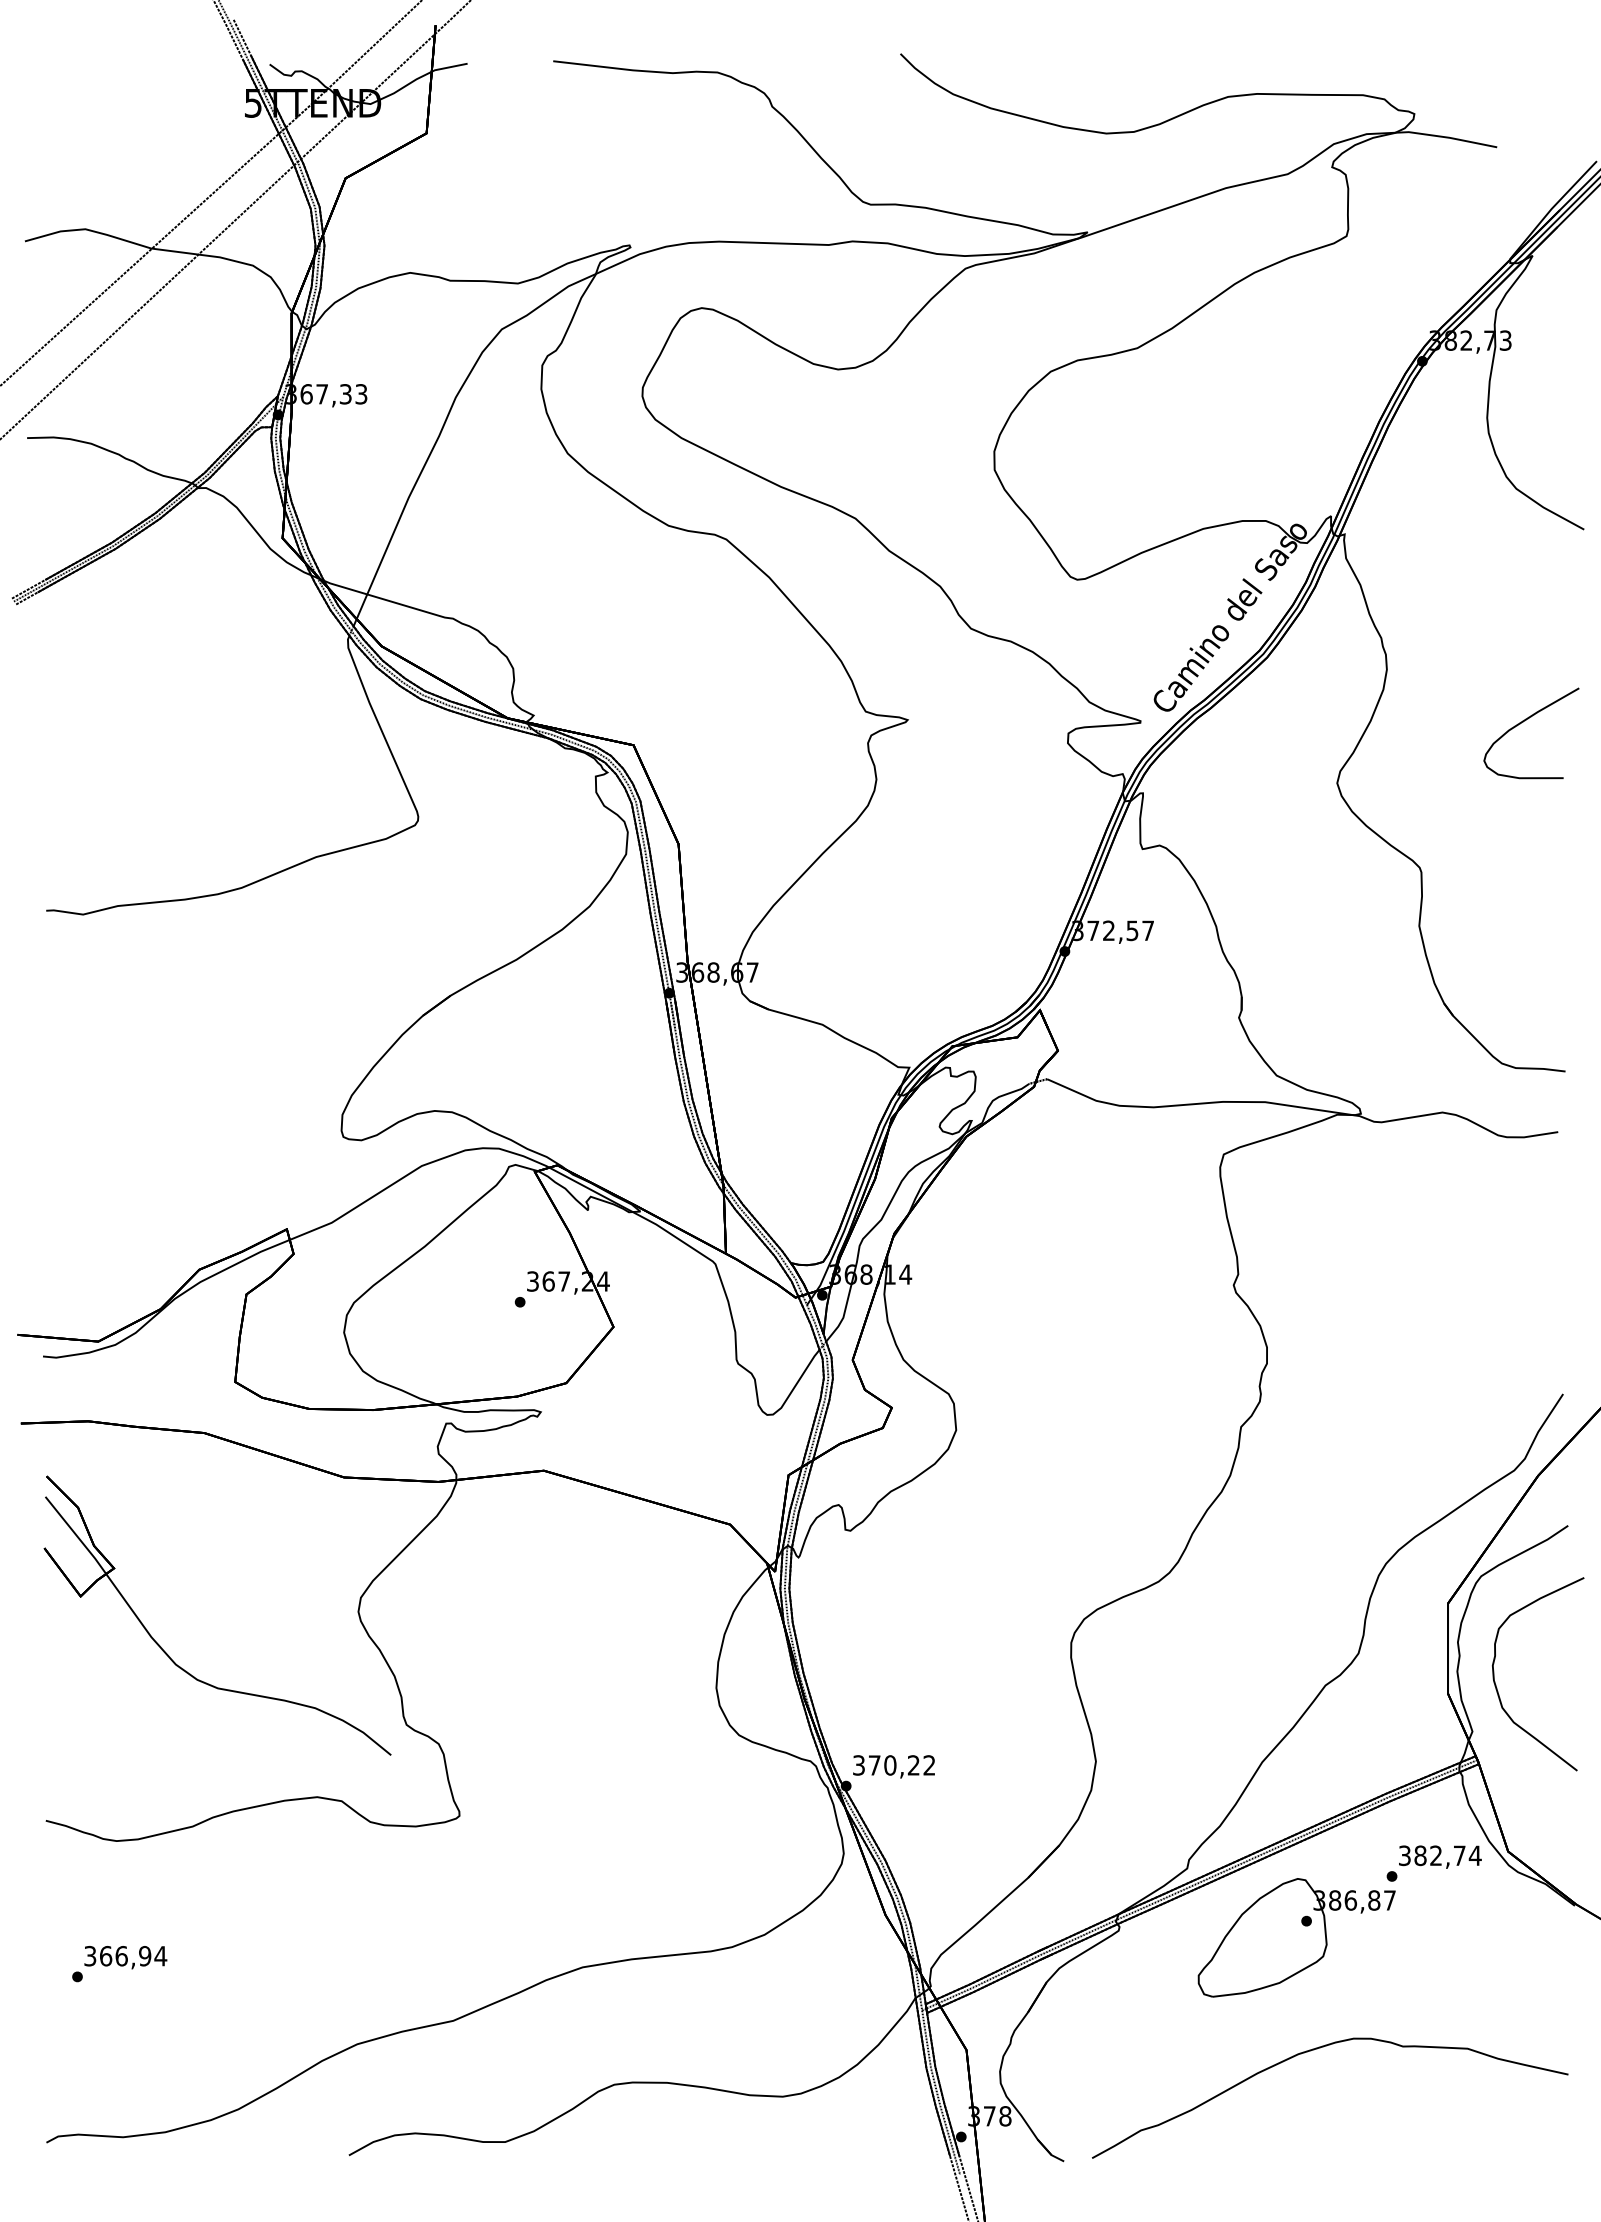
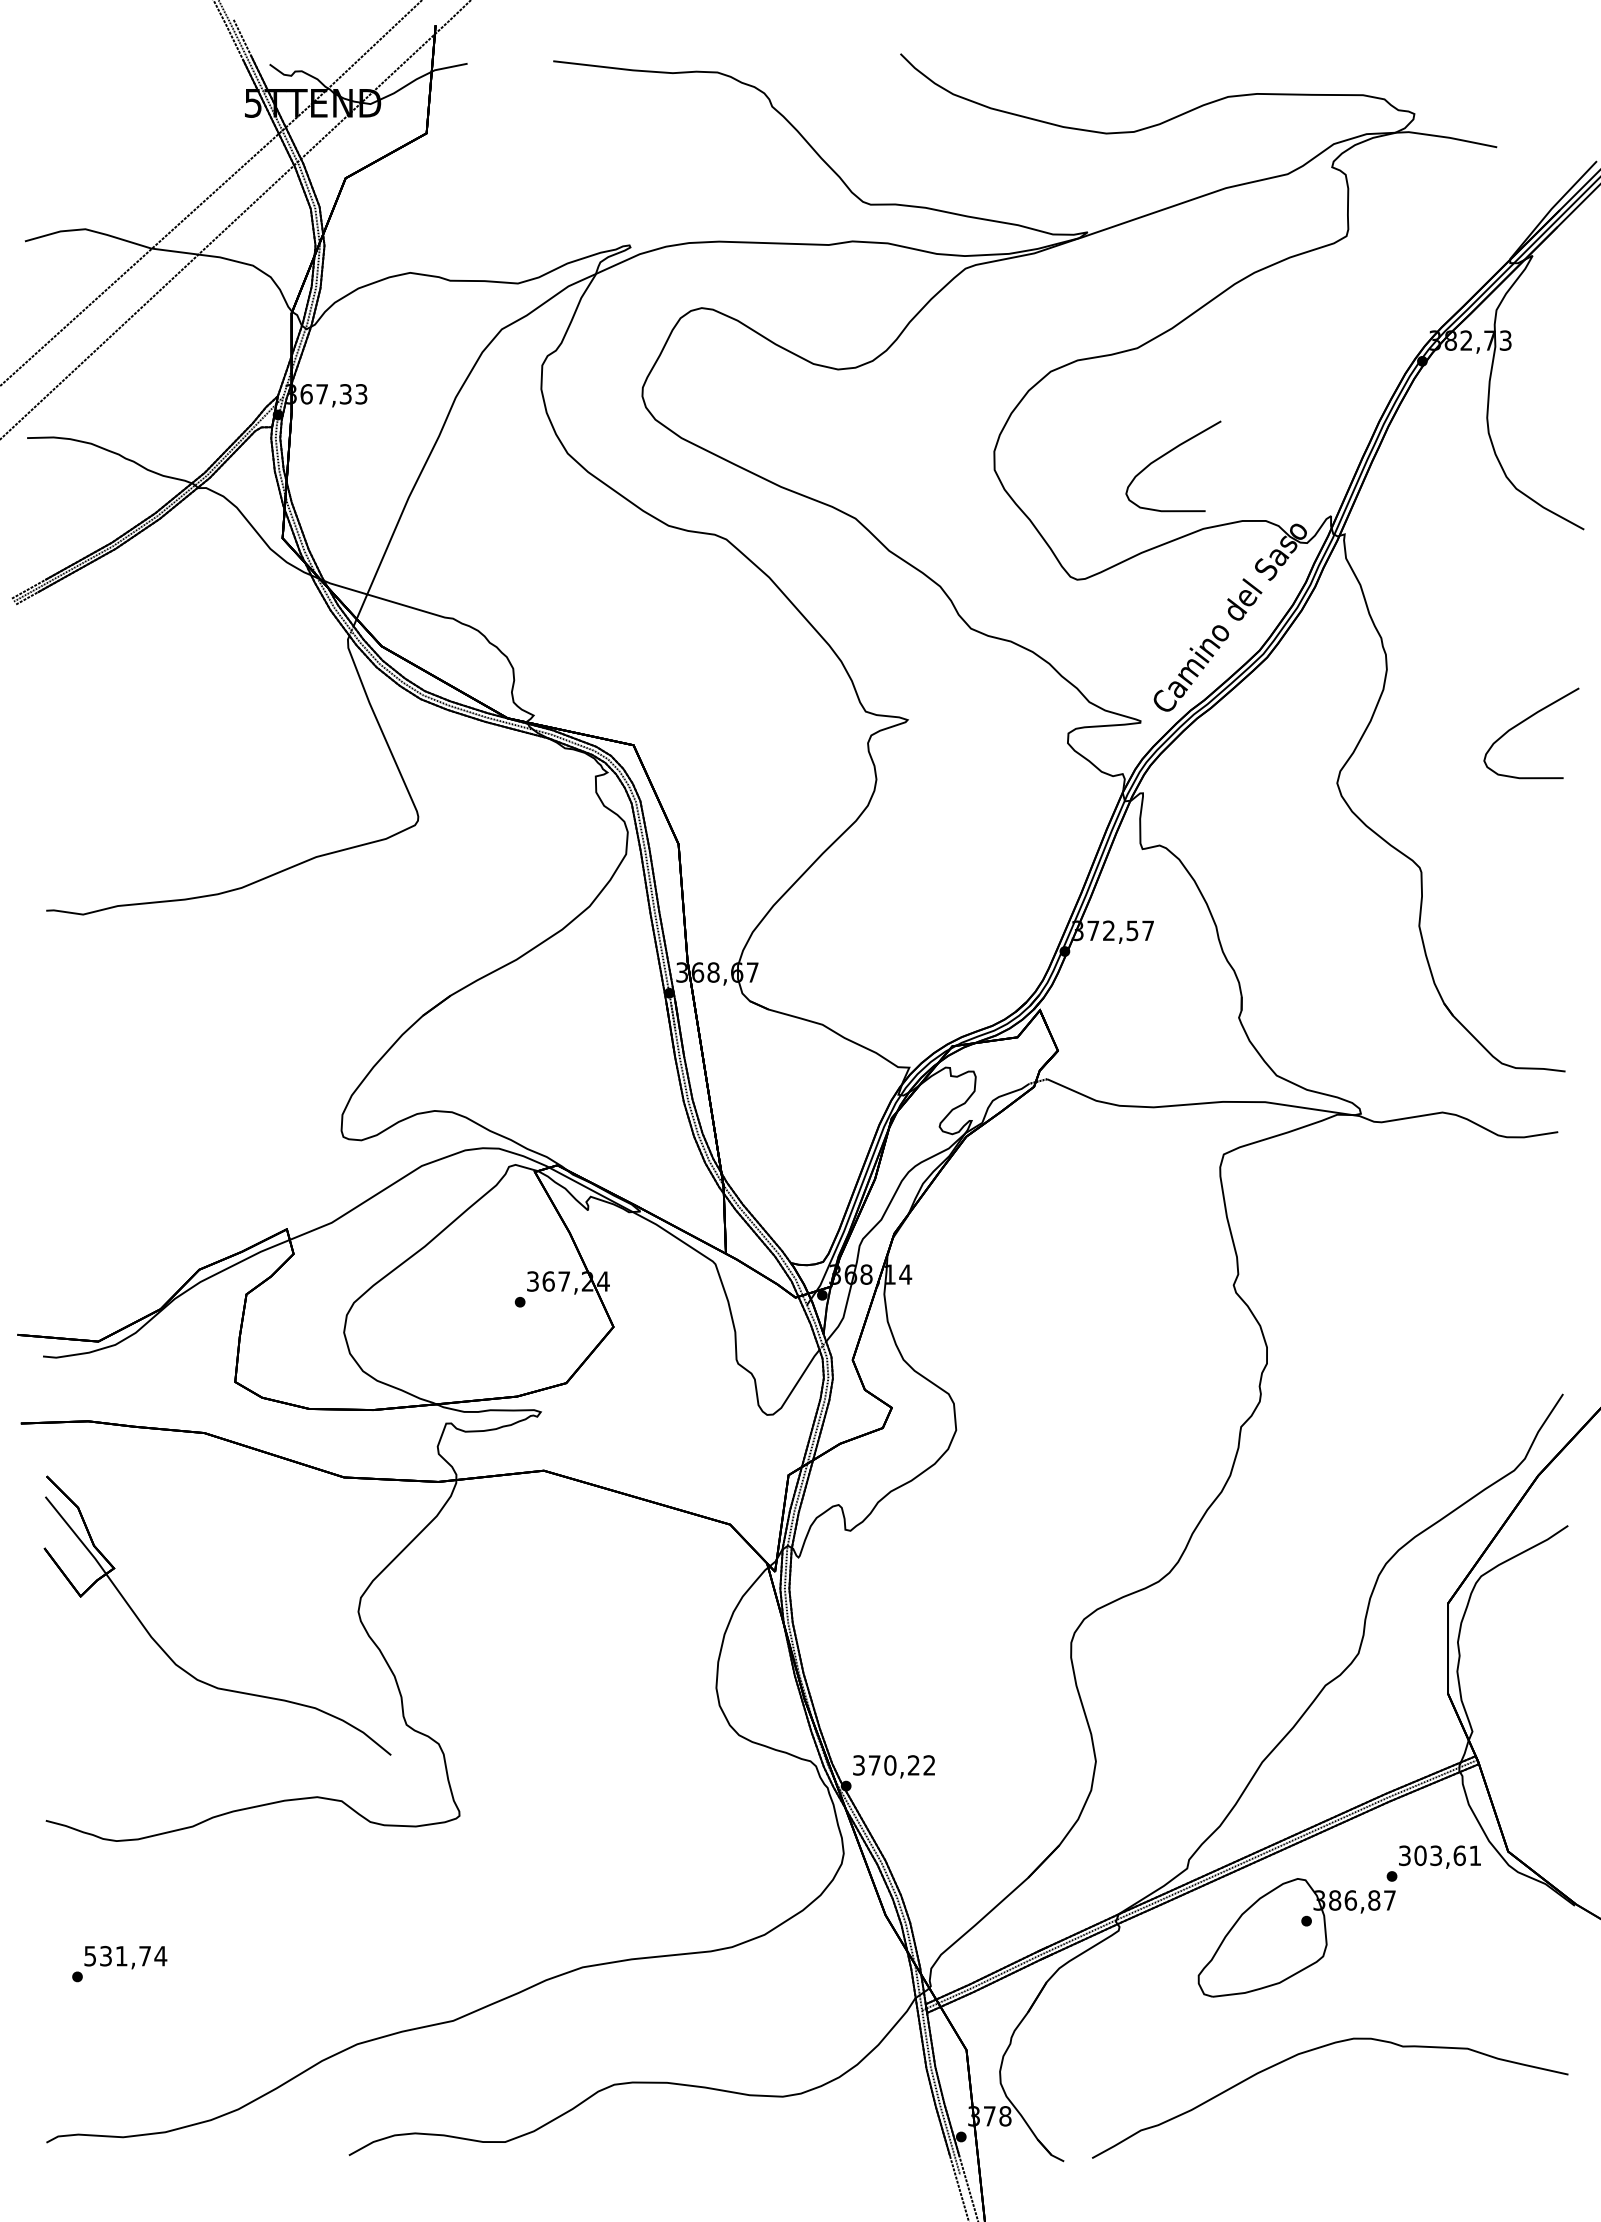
curve at (1165, 455): none -> present
curve at (1496, 1684): present -> none
text at (1447, 1855): 382,74 -> 303,61
text at (118, 1955): 366,94 -> 531,74
